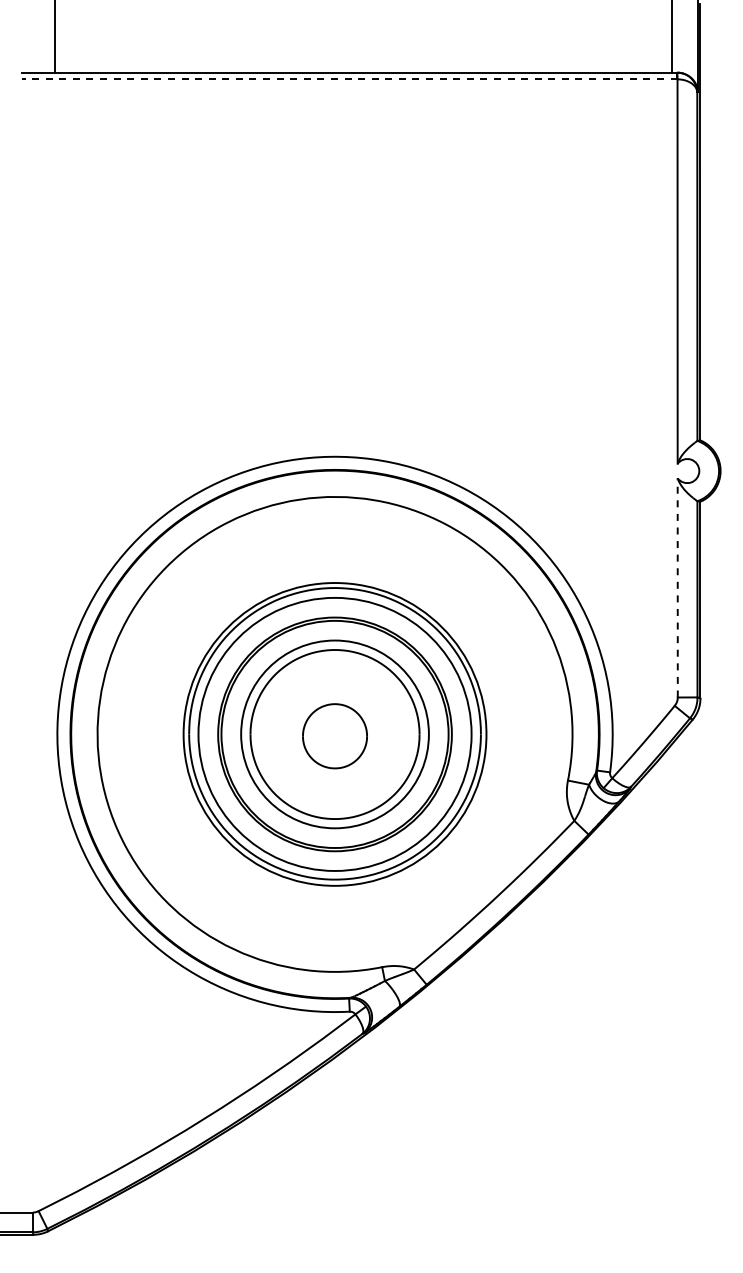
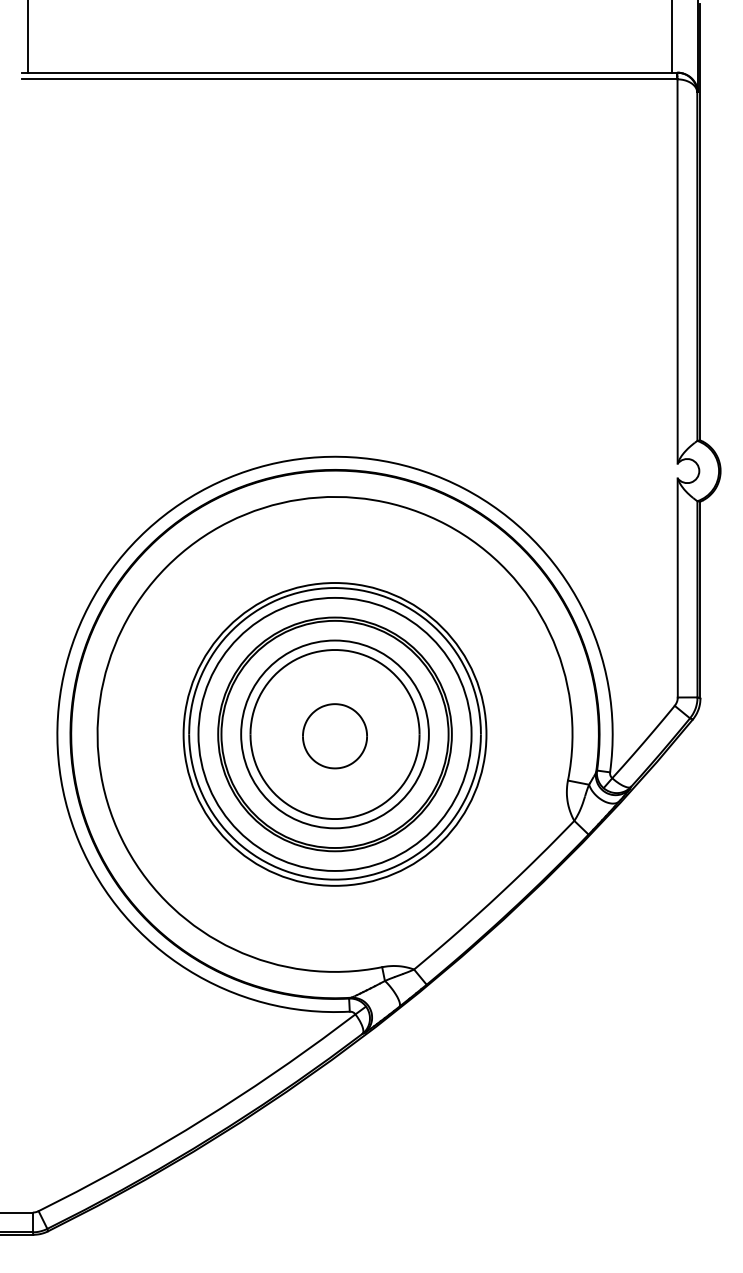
line at (55, 37) position: (55, 37) -> (28, 37)
line at (349, 79): dashed -> solid
line at (677, 587): dashed -> solid
